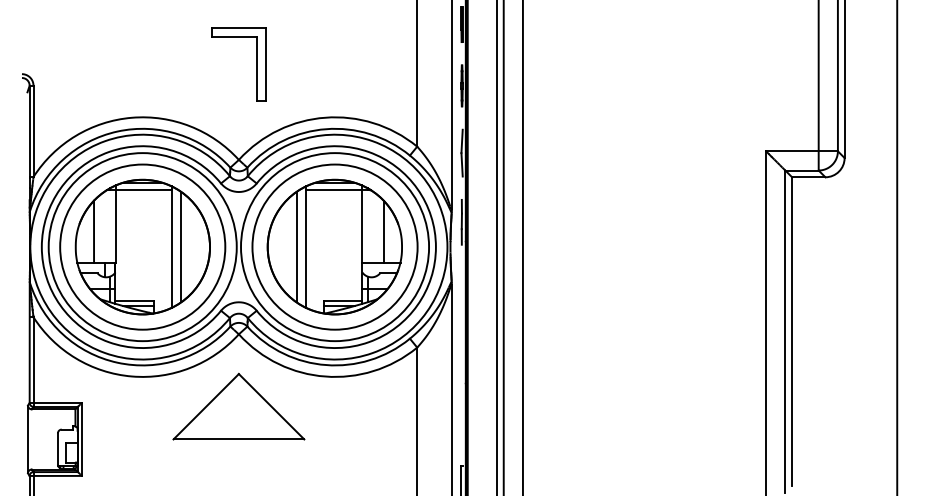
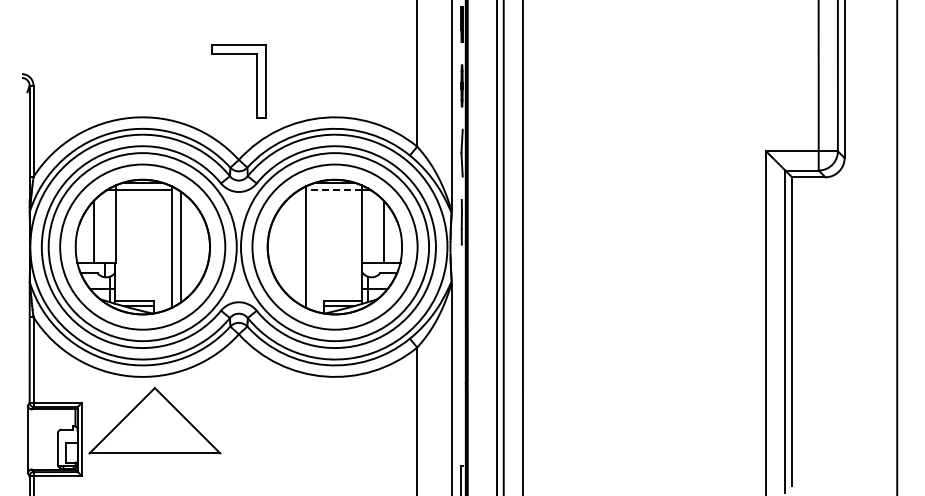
part at (256, 64) position: (256, 64) -> (256, 81)
line at (334, 190): solid -> dashed
line at (296, 246): present -> none
part at (238, 406) position: (238, 406) -> (154, 420)
